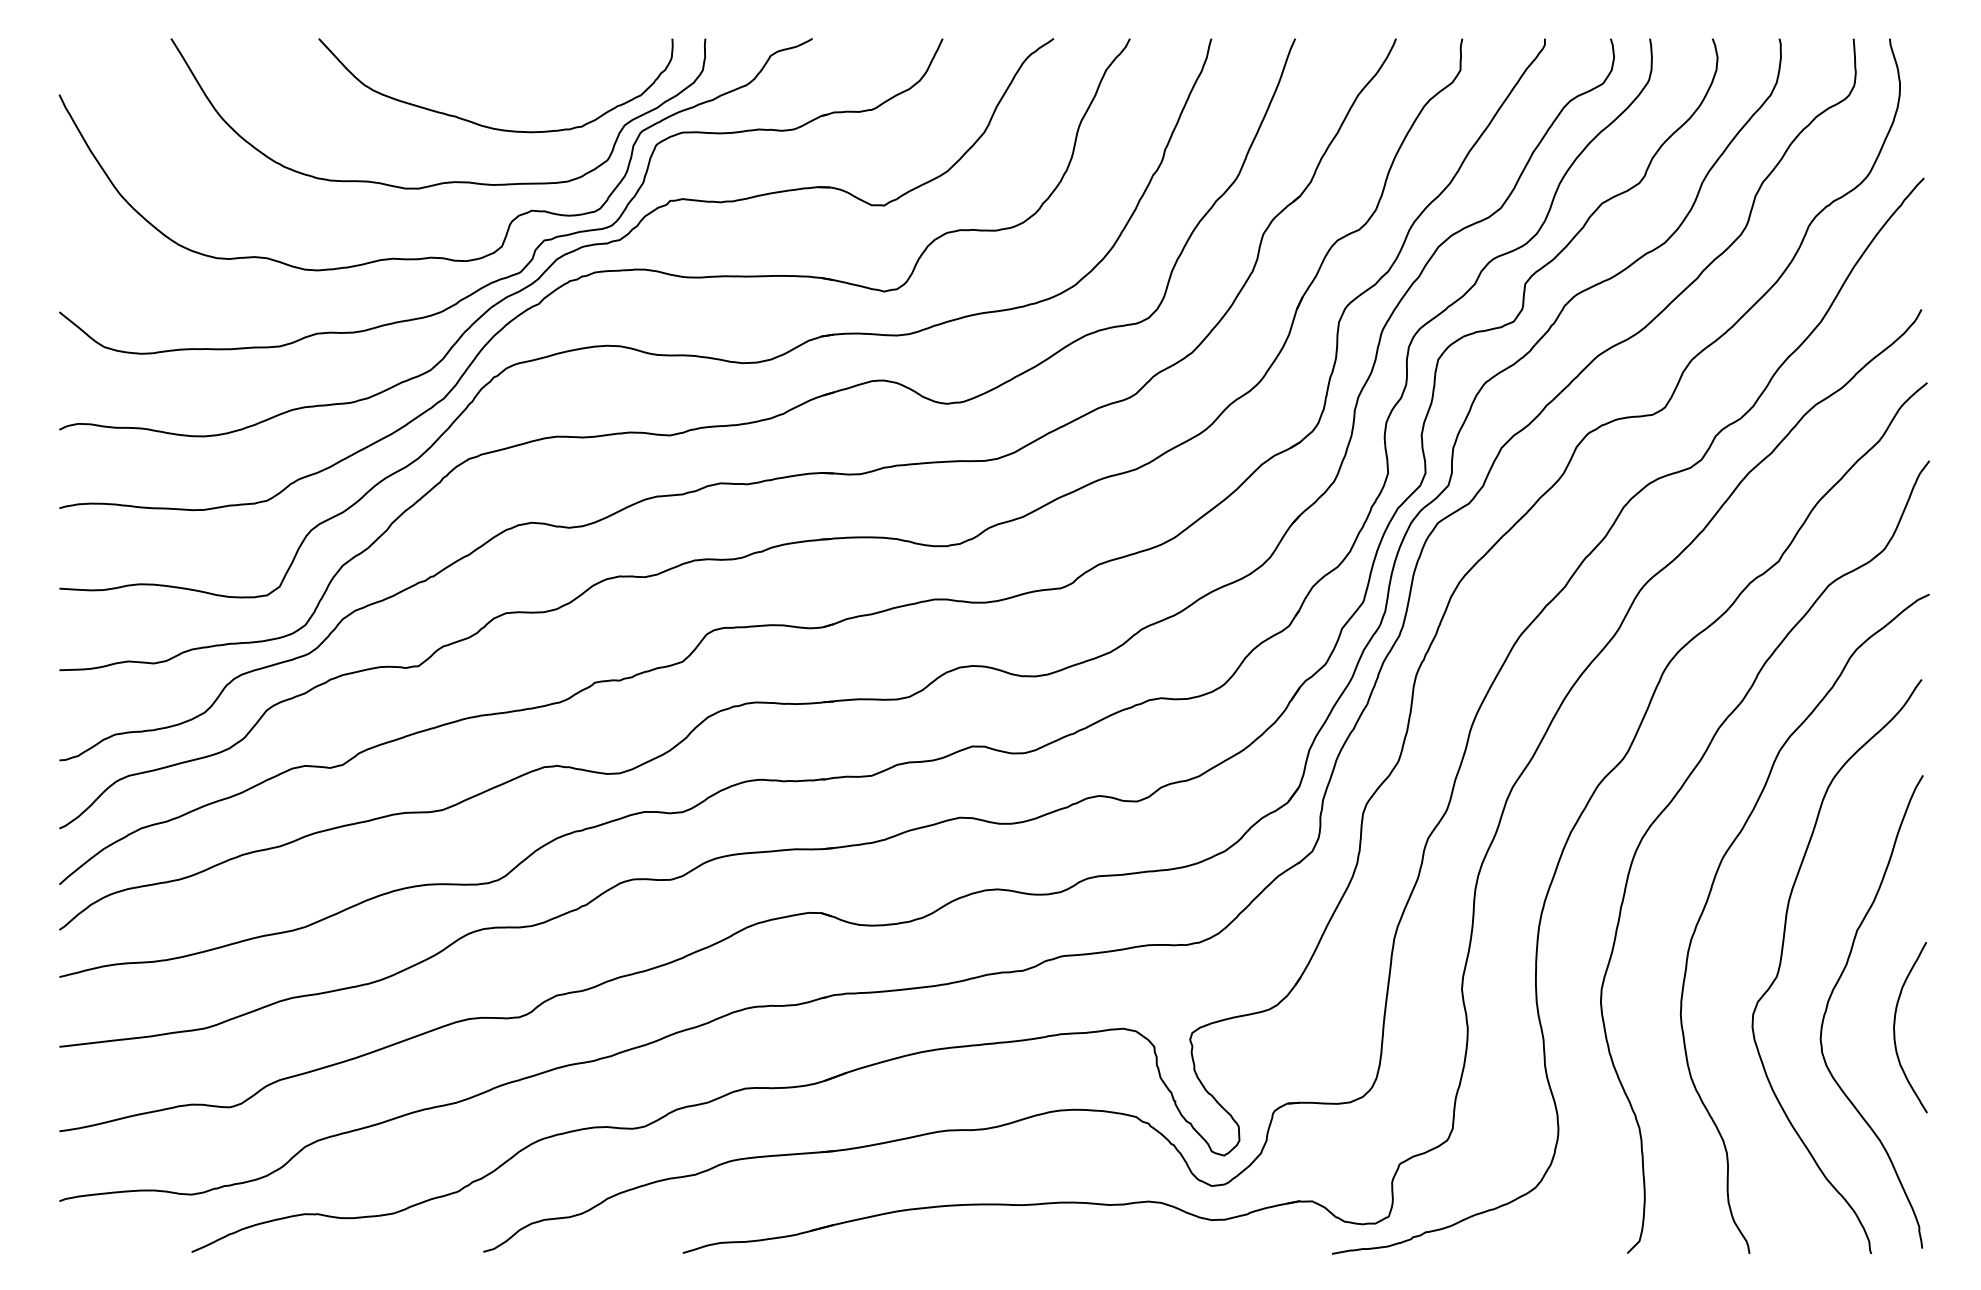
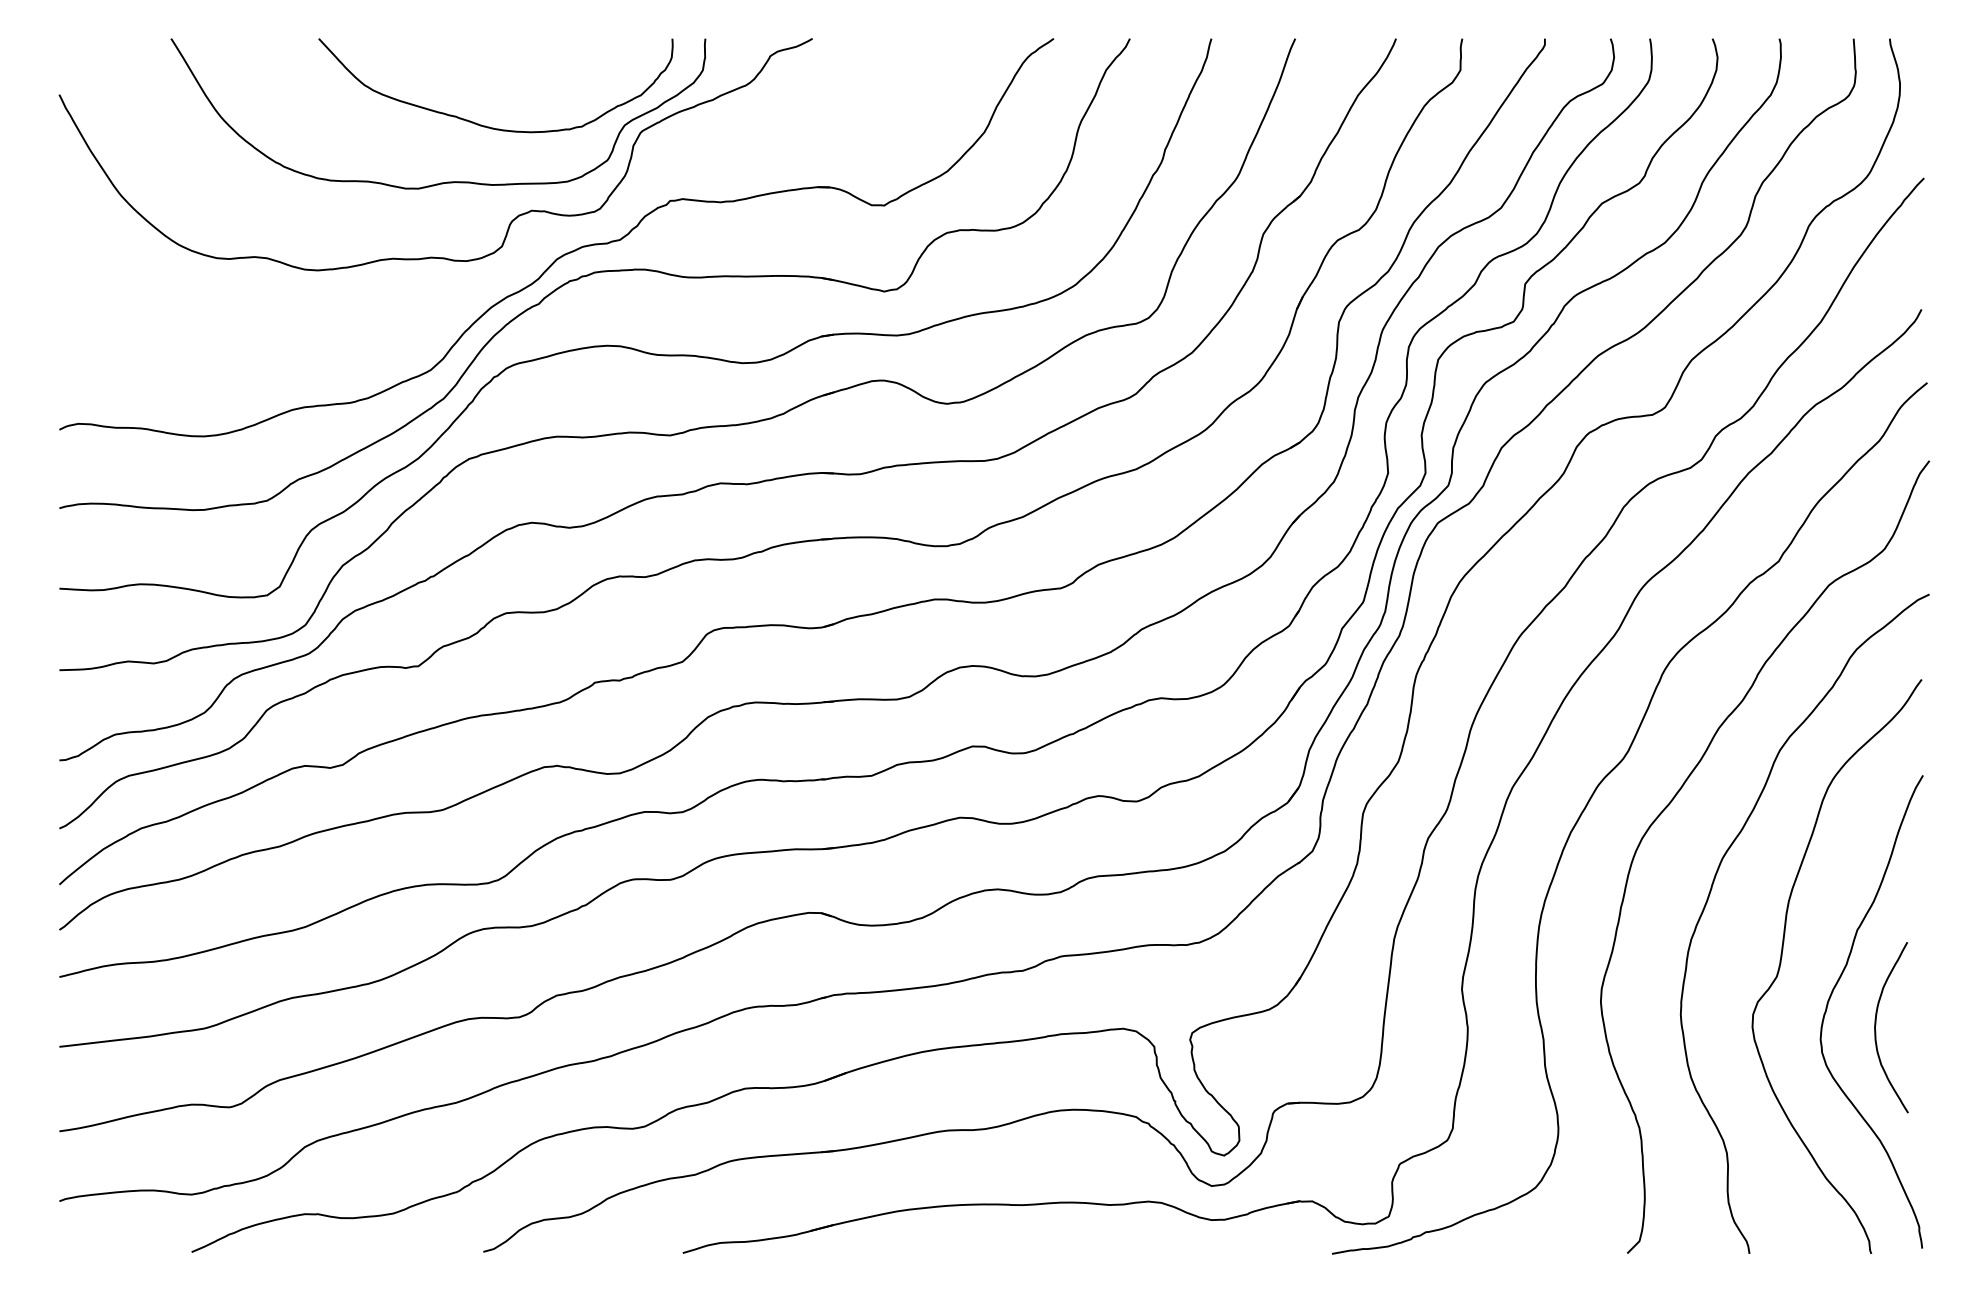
part at (543, 239): present -> none
curve at (1895, 1025) position: (1895, 1025) -> (1876, 1025)
